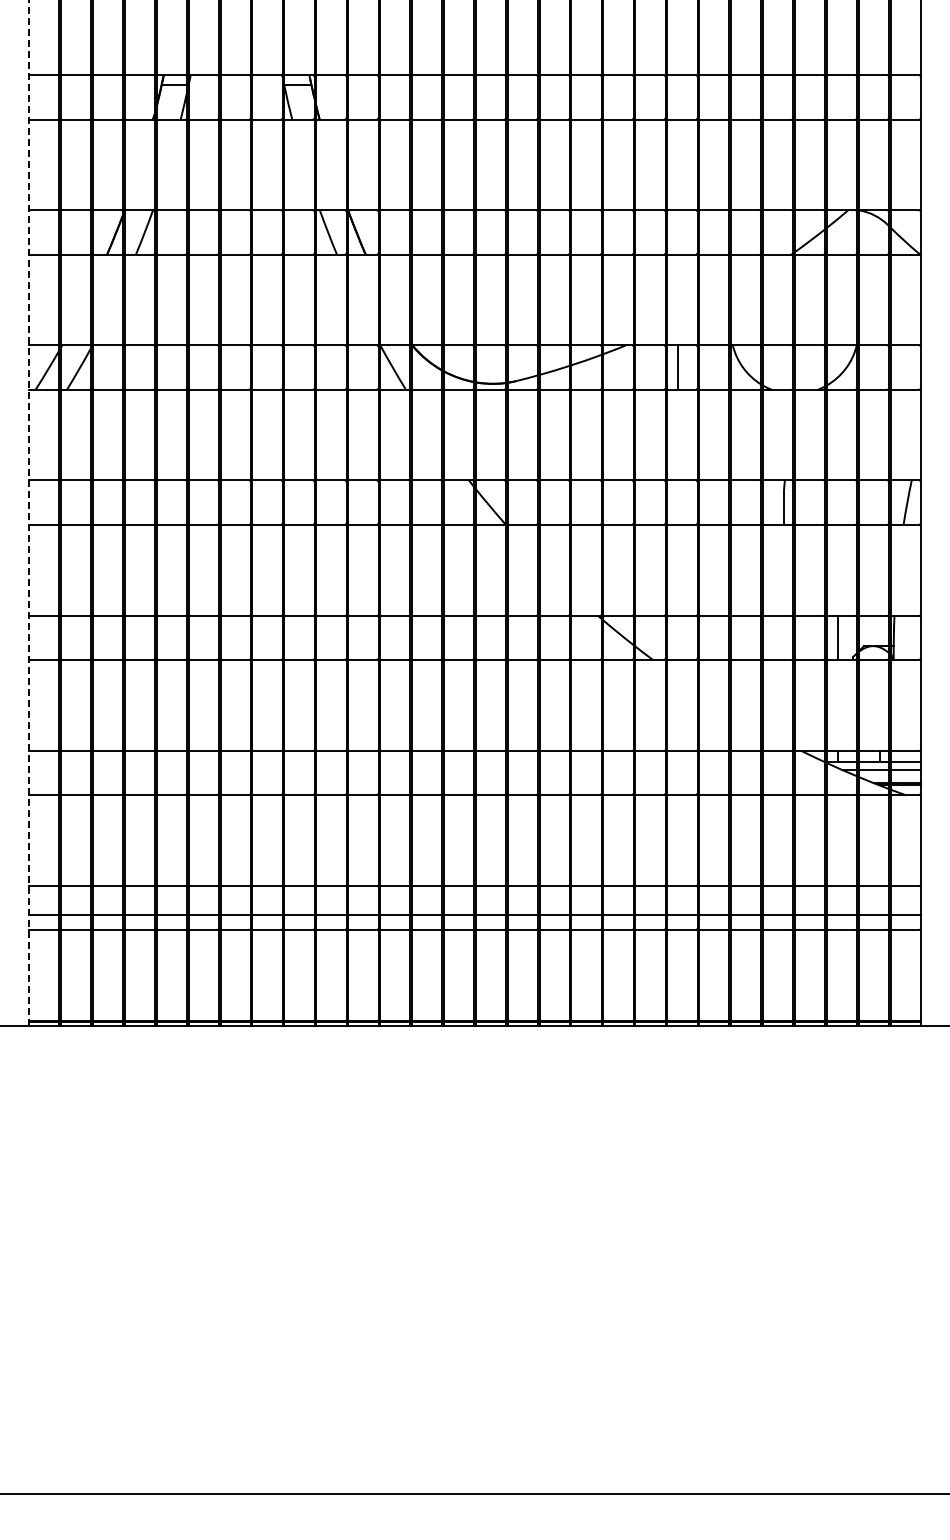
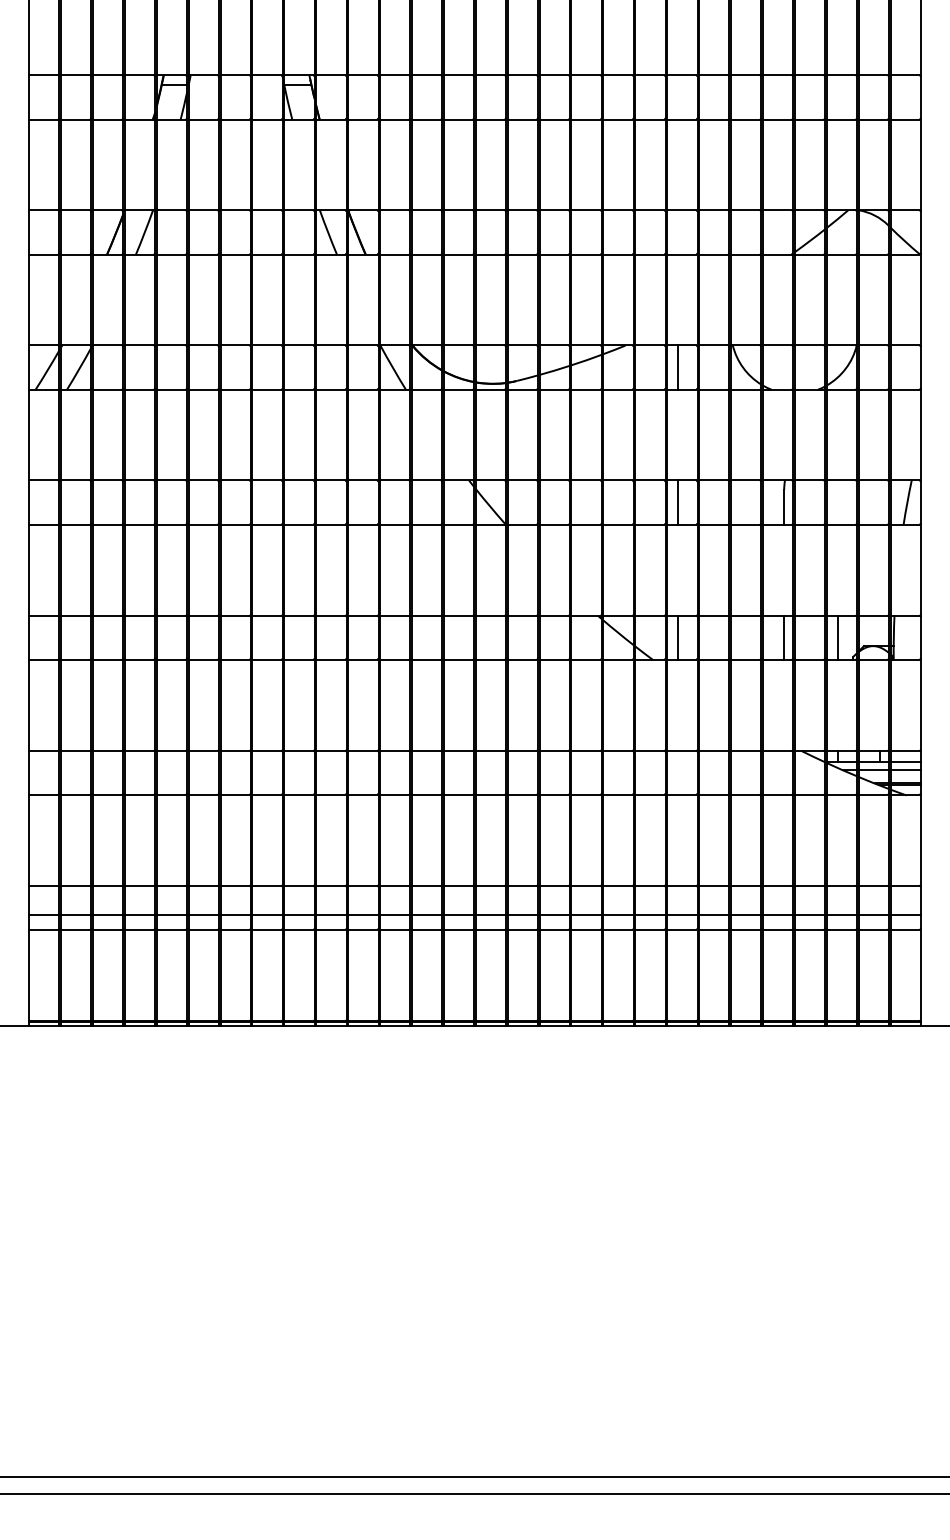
line at (677, 502): none -> present
line at (29, 512): dashed -> solid
line at (677, 637): none -> present
line at (784, 637): none -> present
line at (474, 1476): none -> present
